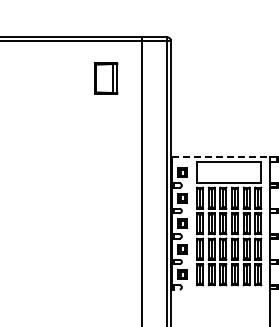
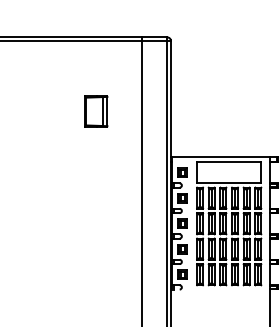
part at (106, 78) position: (106, 78) -> (96, 111)
line at (221, 157): dashed -> solid
